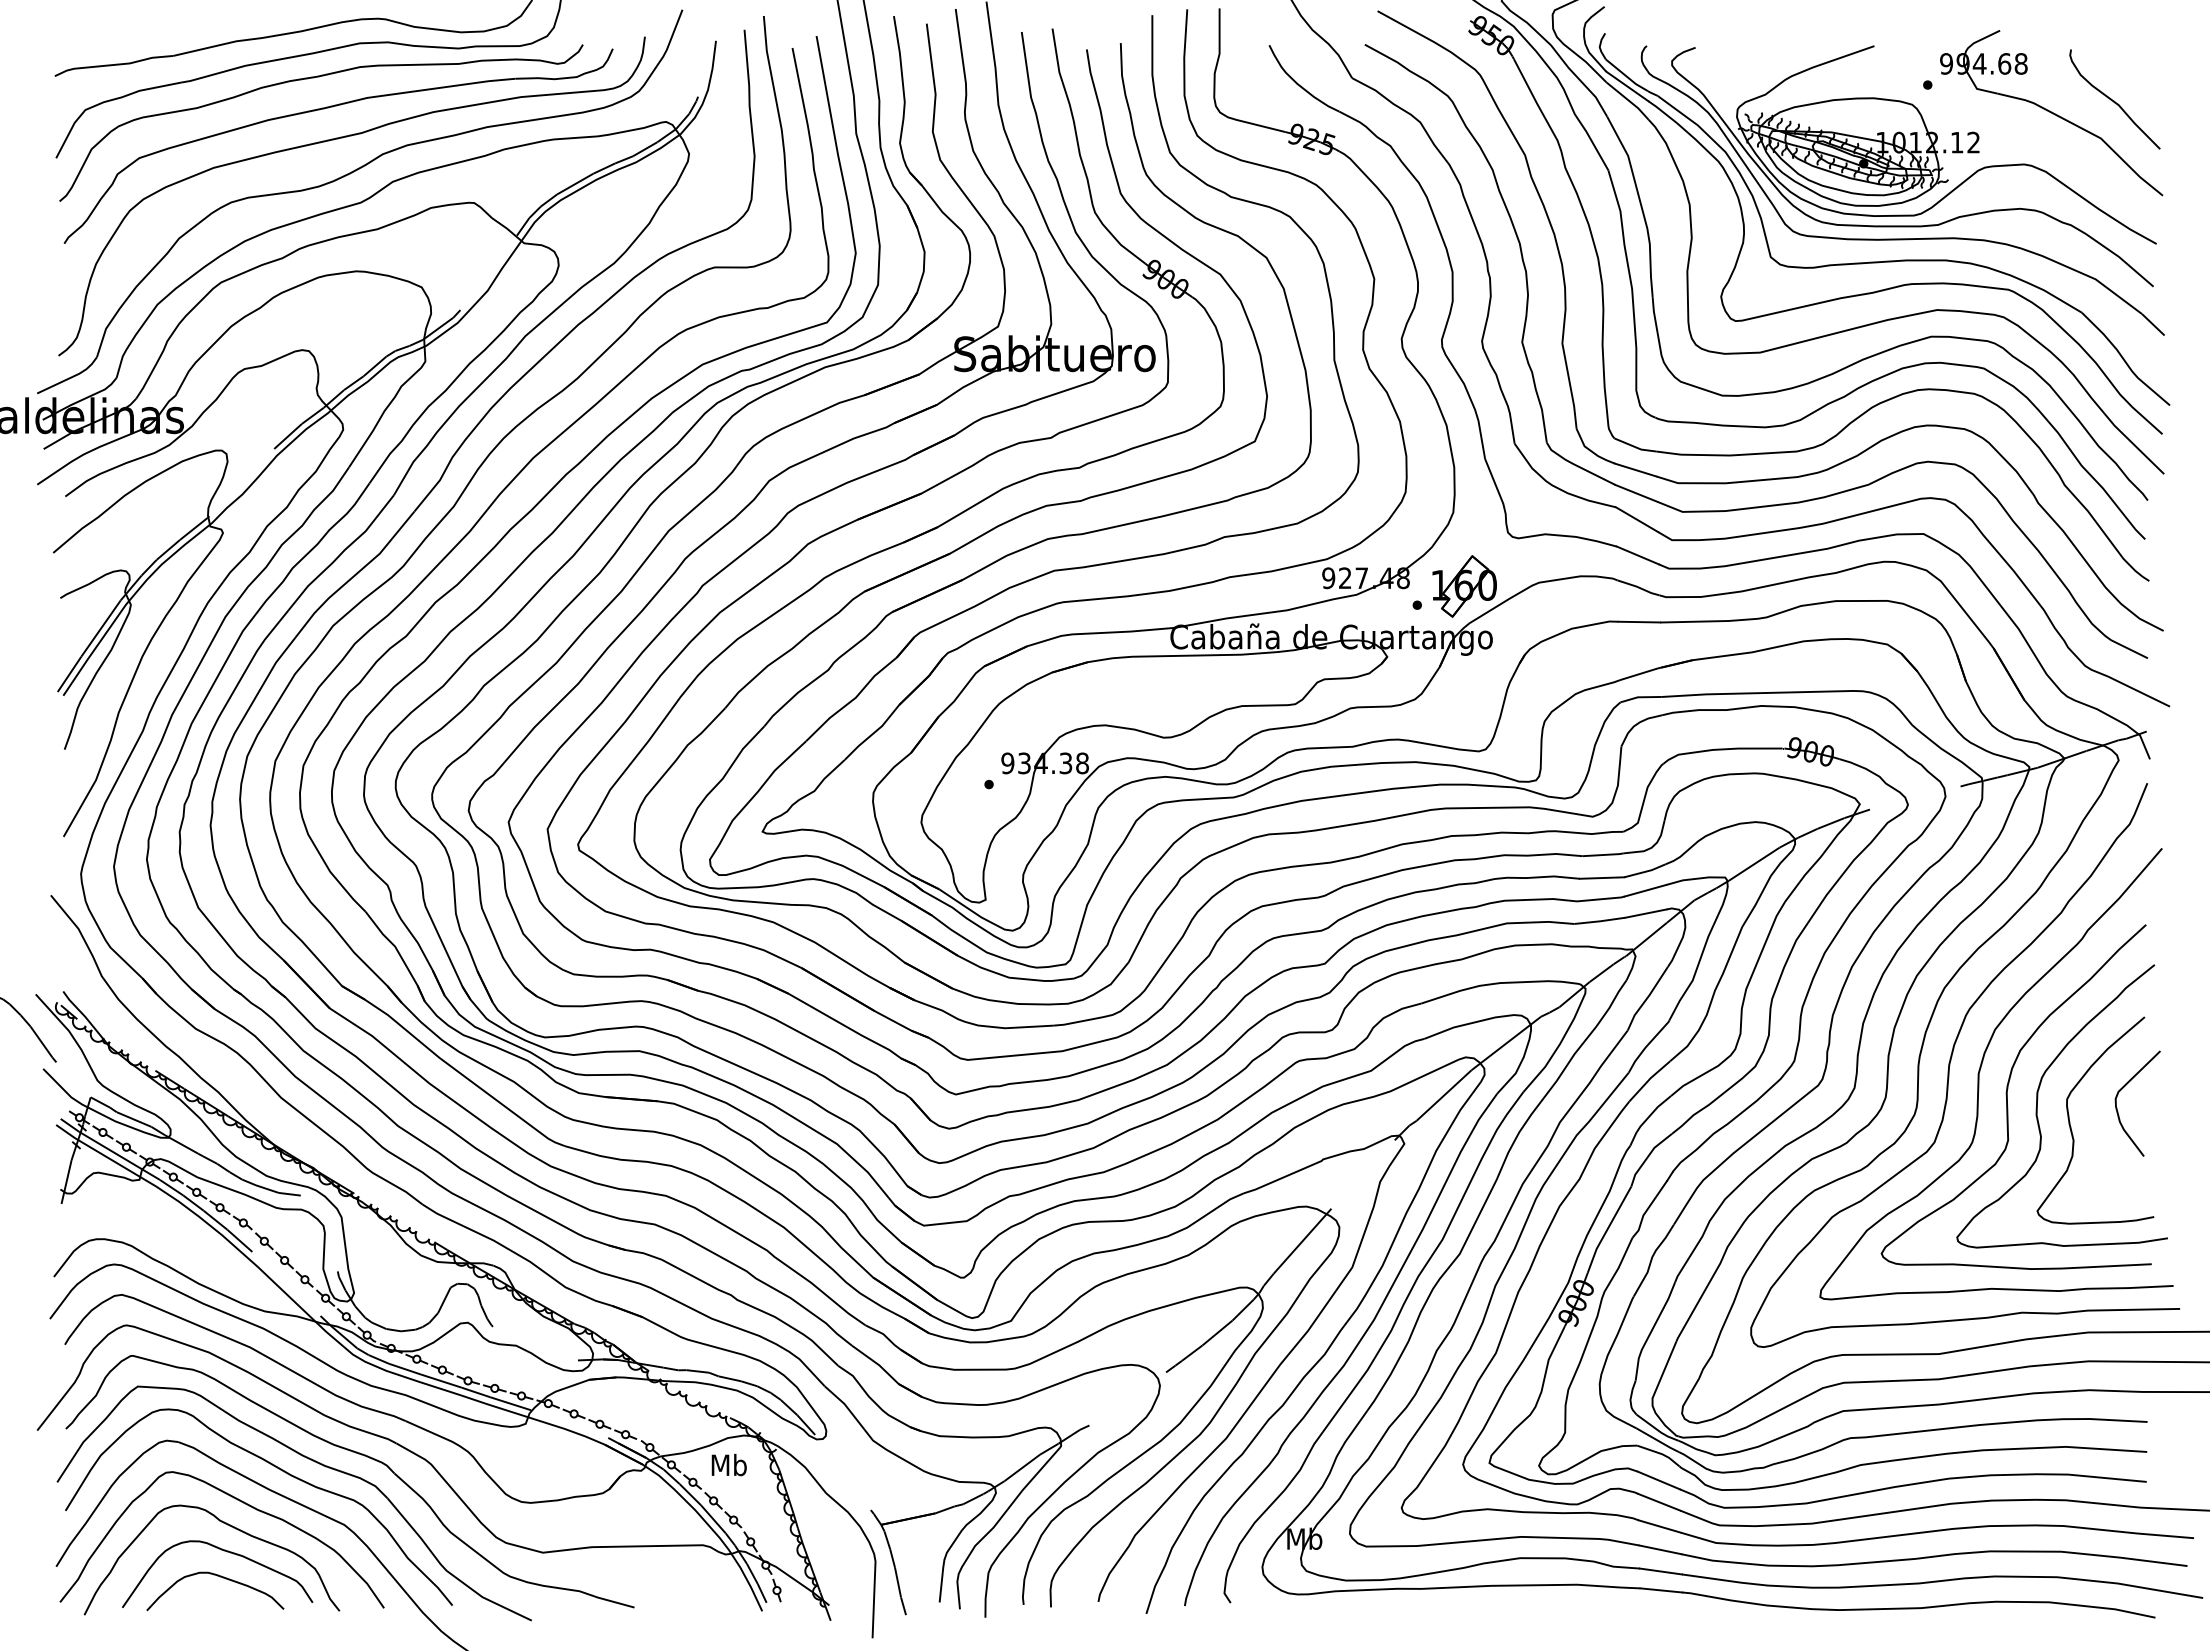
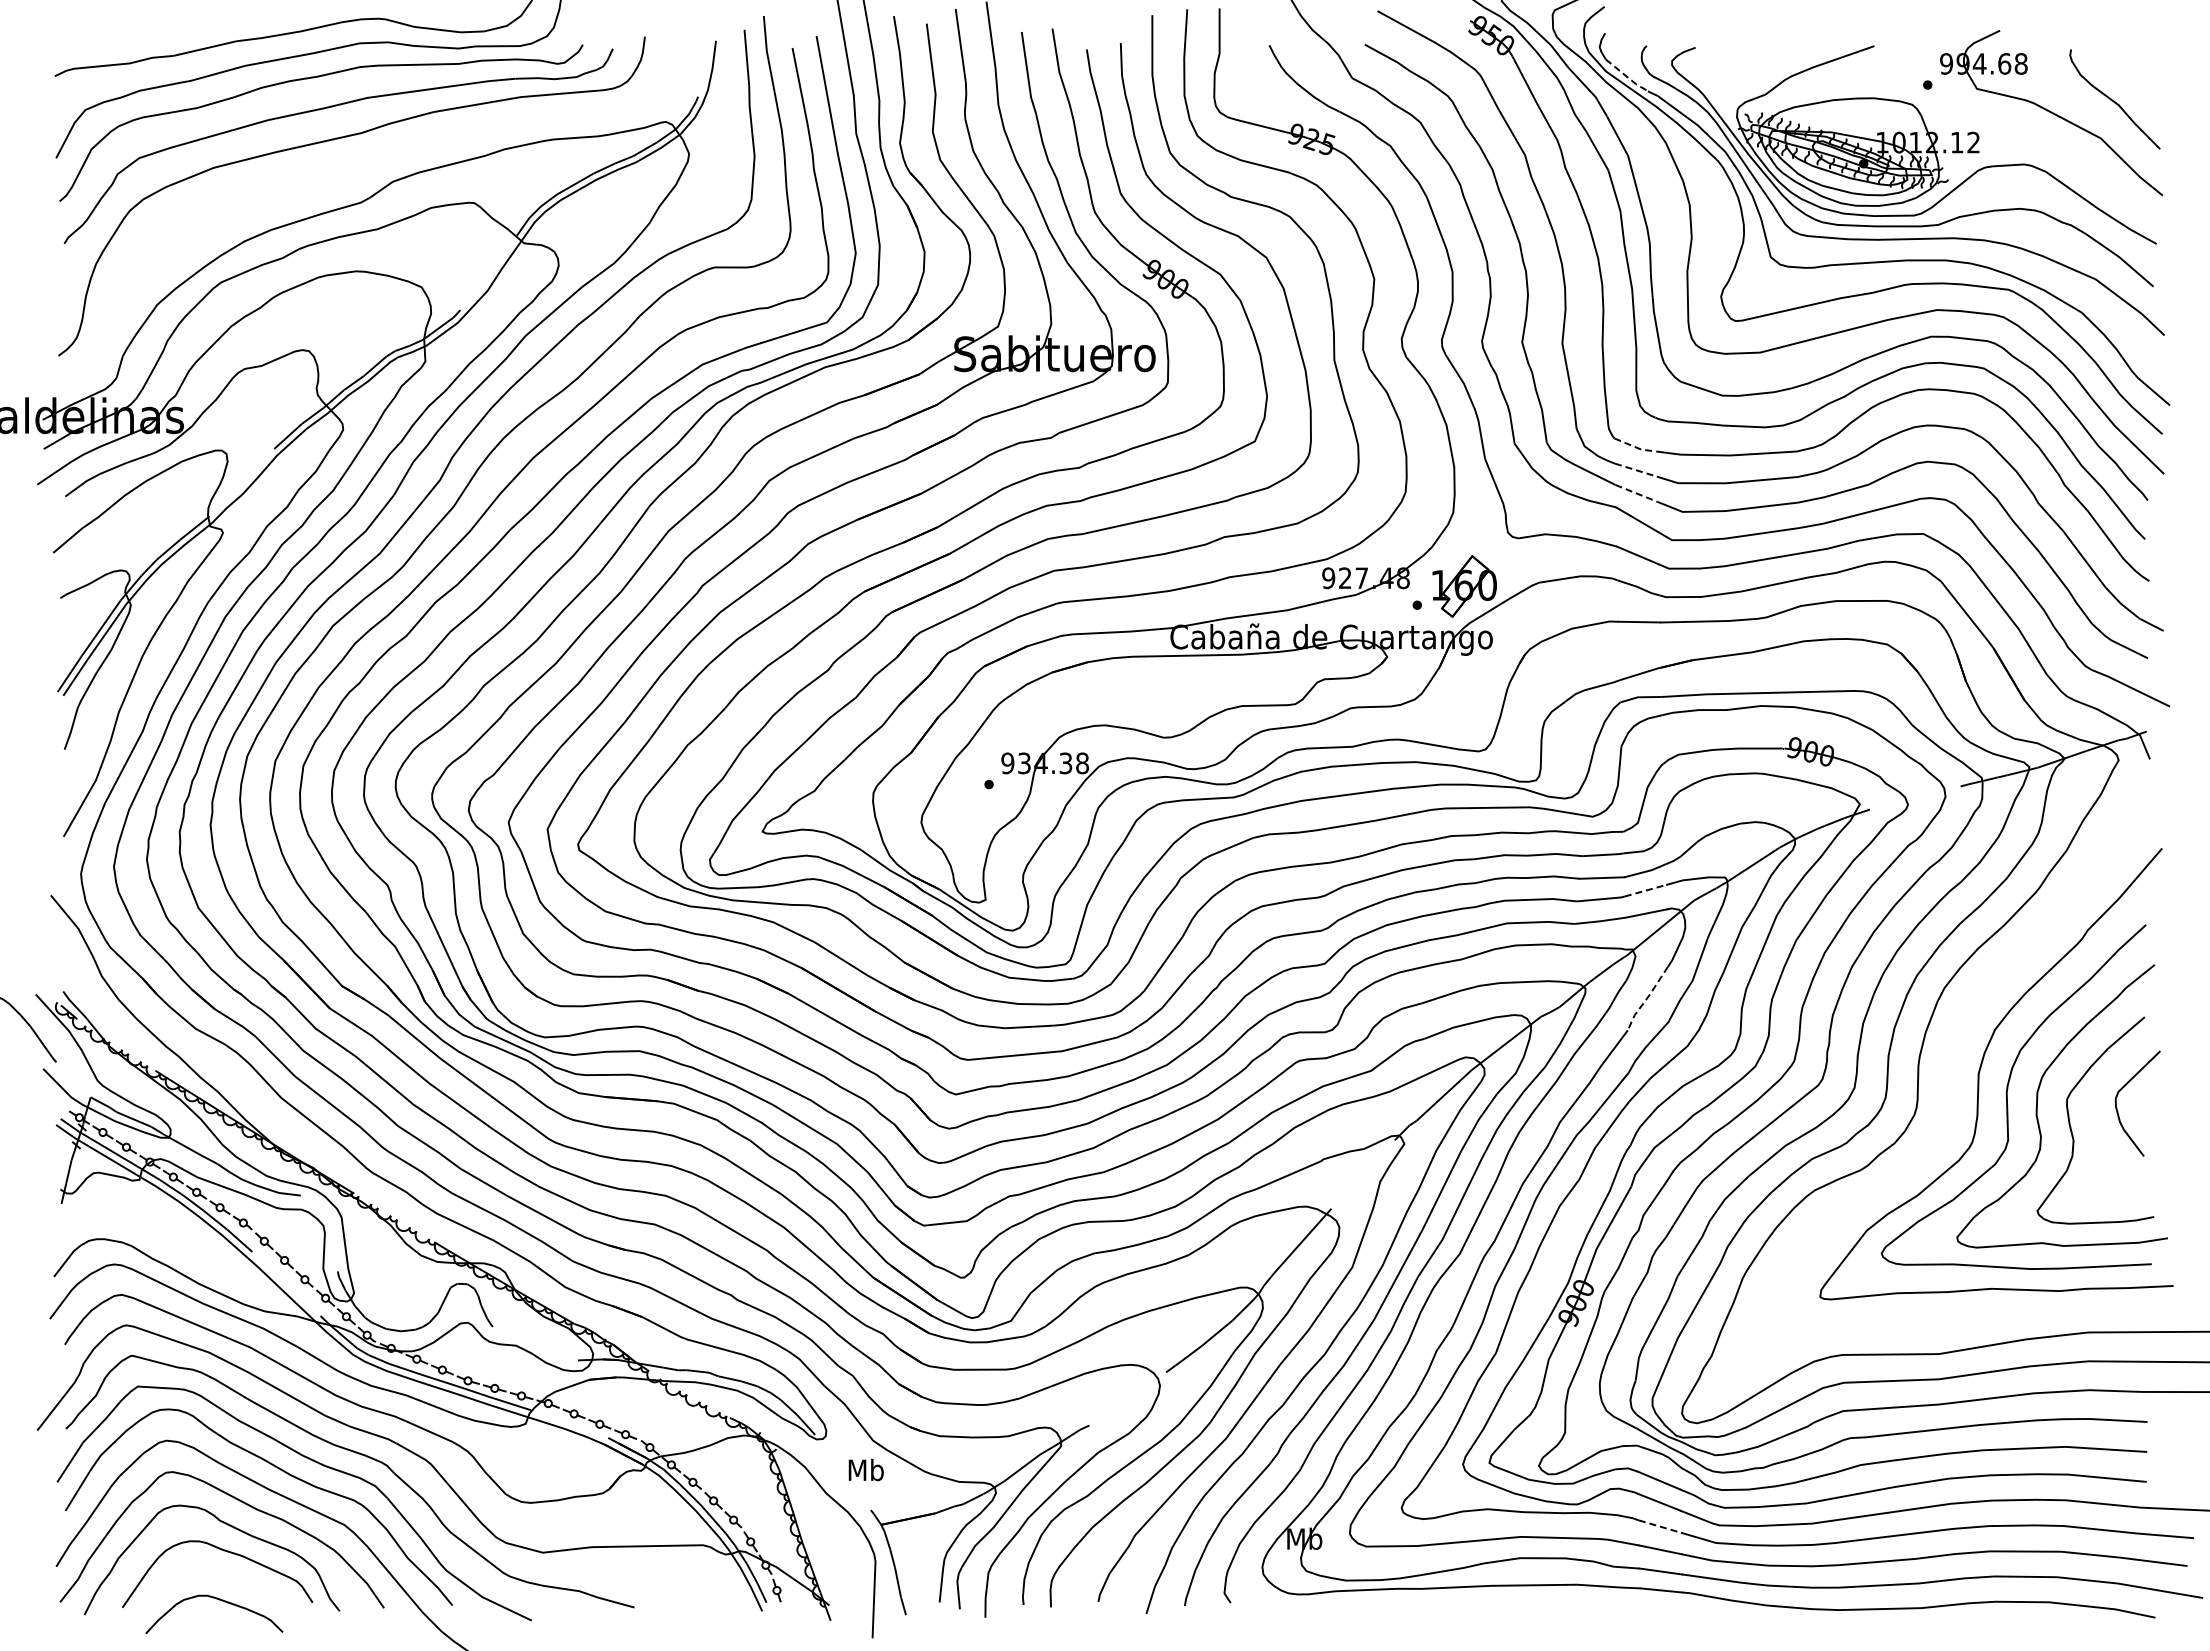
line at (1626, 76): solid -> dashed
part at (348, 175): present -> none
line at (1635, 447): solid -> dashed
line at (1635, 470): solid -> dashed
line at (1636, 493): solid -> dashed
line at (1645, 890): solid -> dashed
line at (1647, 998): solid -> dashed
curve at (1951, 1060): present -> none
text at (728, 1464) position: (728, 1464) -> (865, 1469)
line at (1659, 1526): solid -> dashed
curve at (222, 1578) position: (222, 1578) -> (221, 1601)
